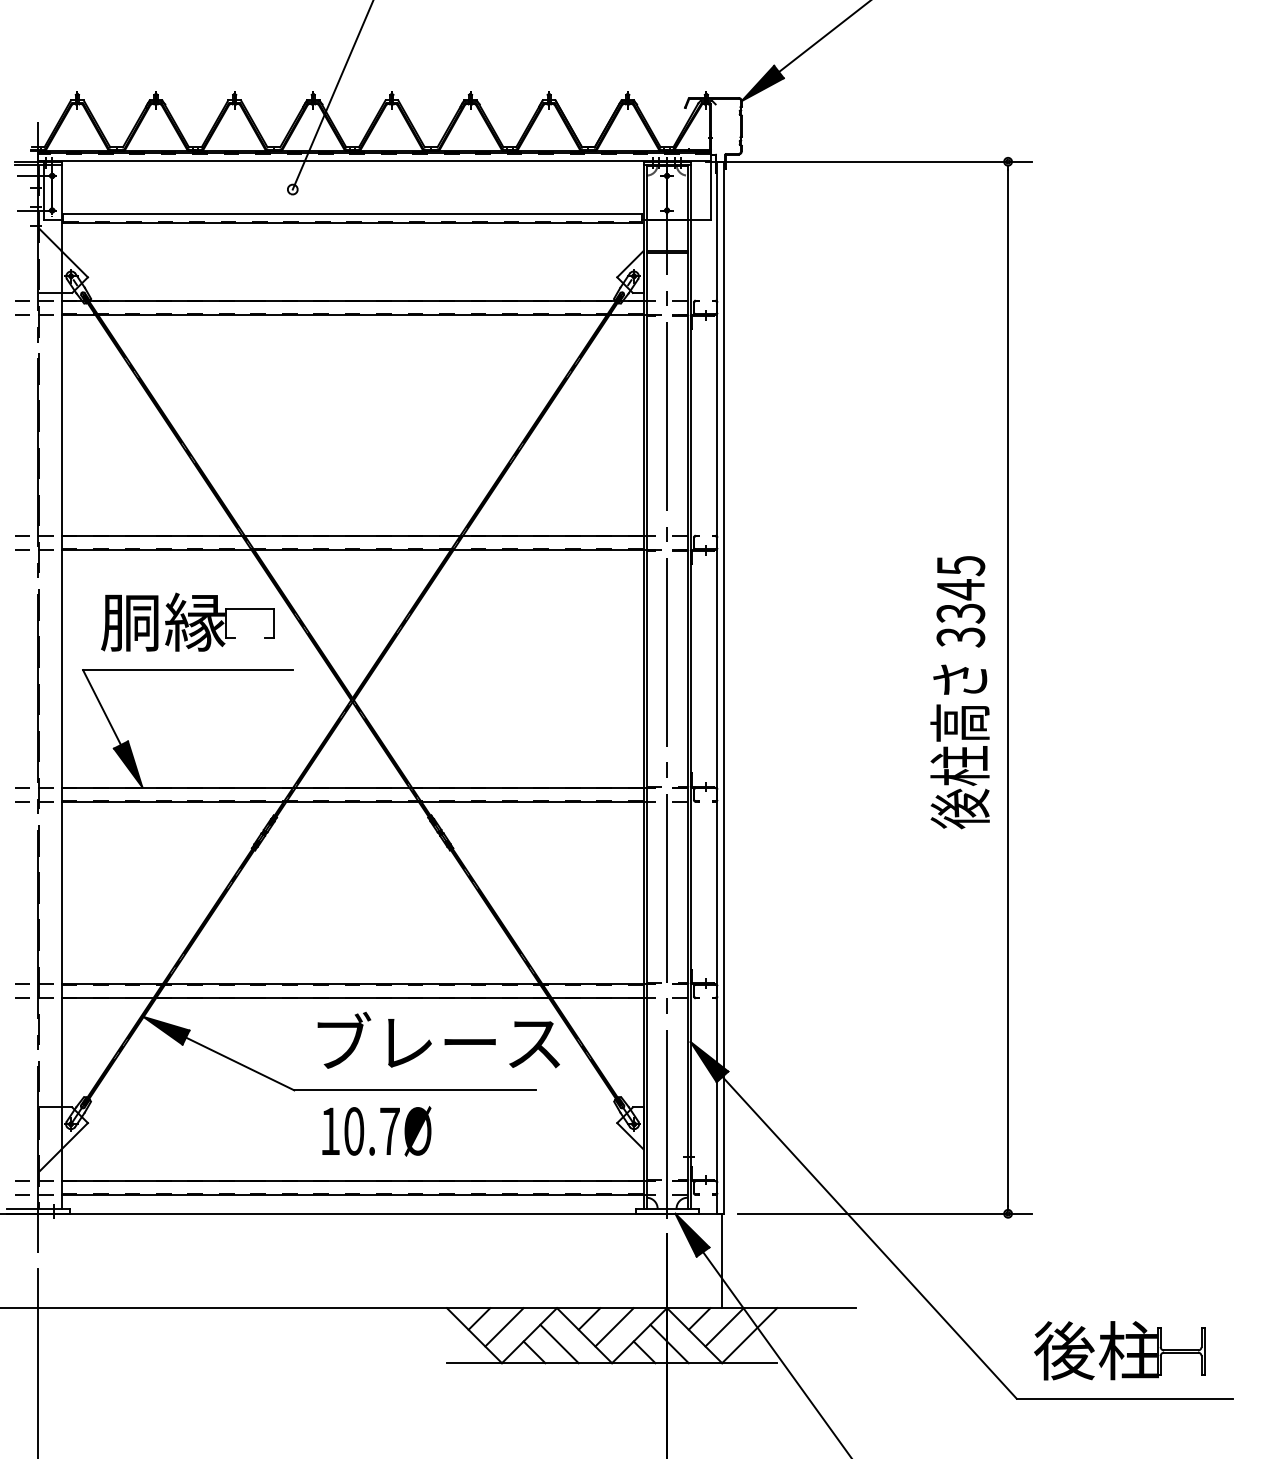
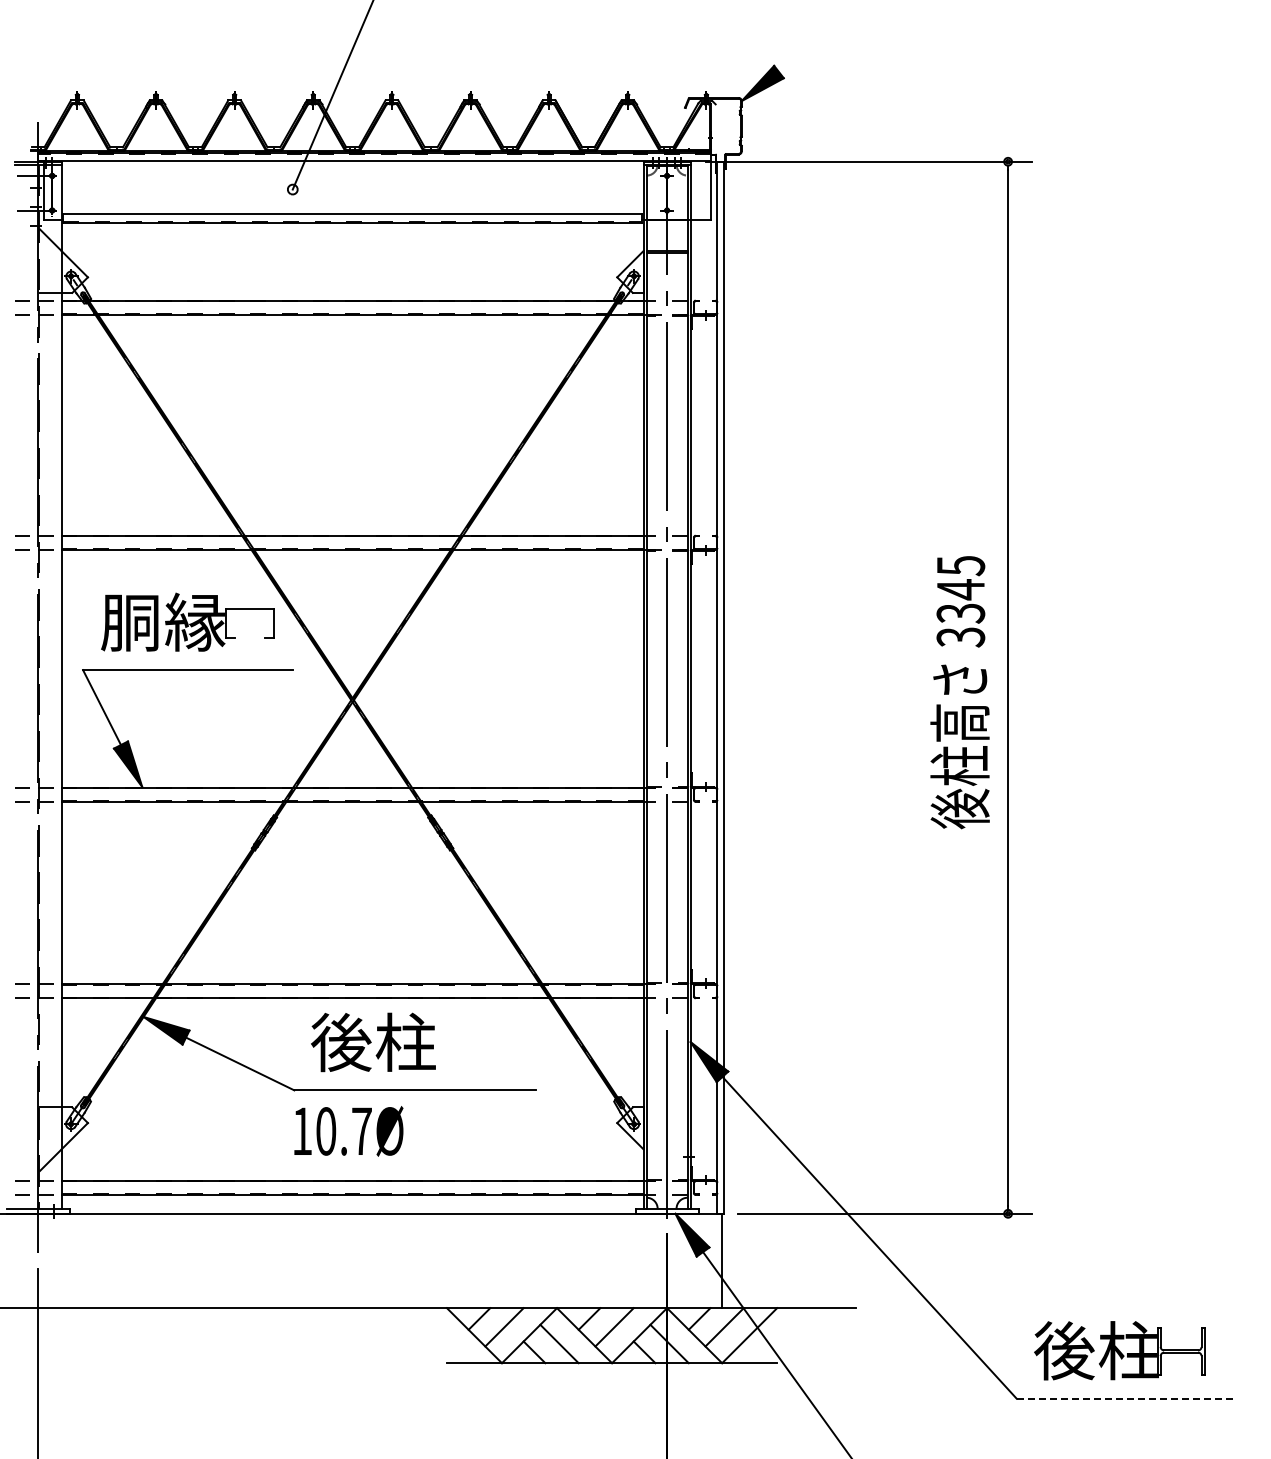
line at (823, 37): present -> none
text at (435, 1041): ブレース -> 後柱
text at (376, 1131) position: (376, 1131) -> (348, 1131)
line at (1125, 1398): solid -> dashed
